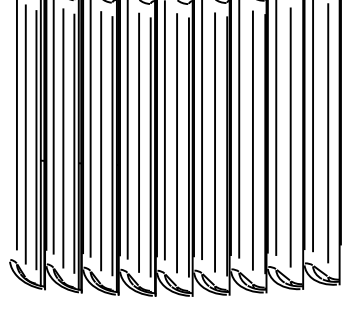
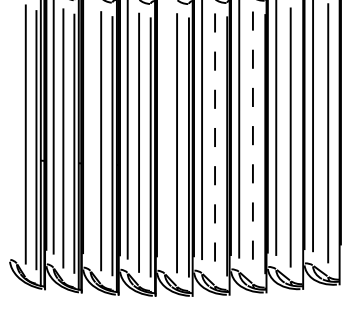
line at (16, 125): present -> none
line at (90, 129): present -> none
line at (164, 130): present -> none
line at (252, 141): solid -> dashed
line at (215, 143): solid -> dashed
